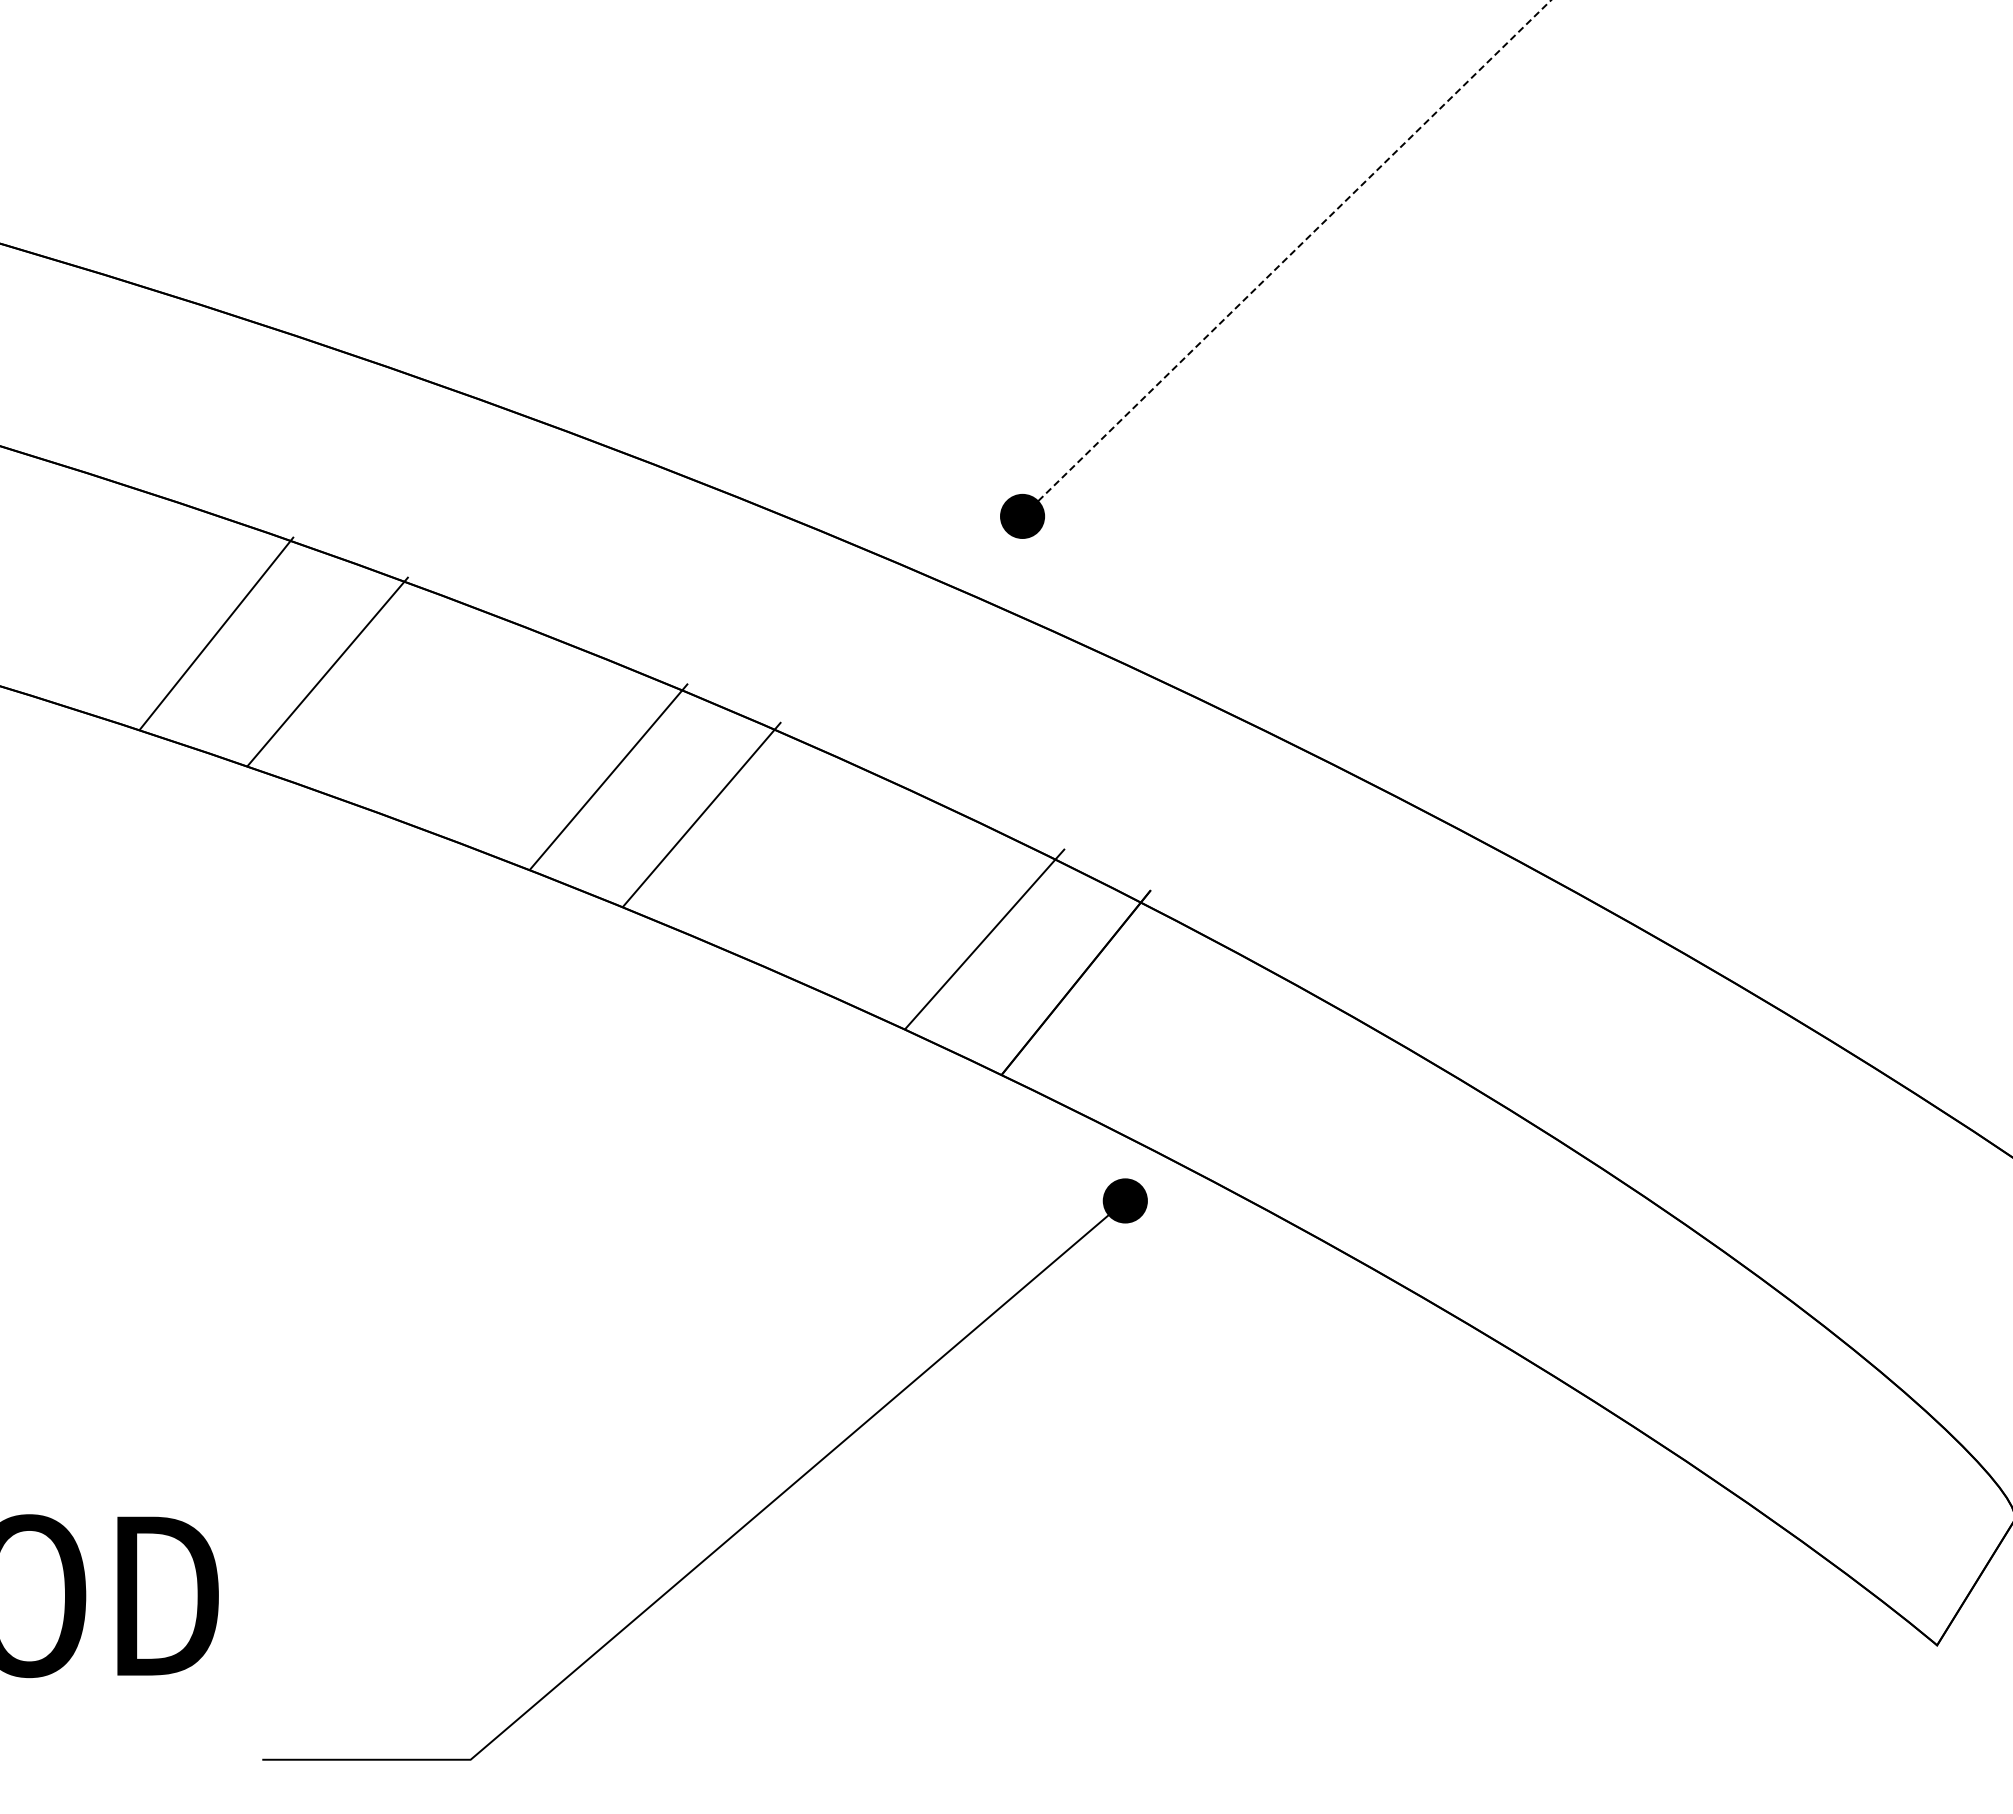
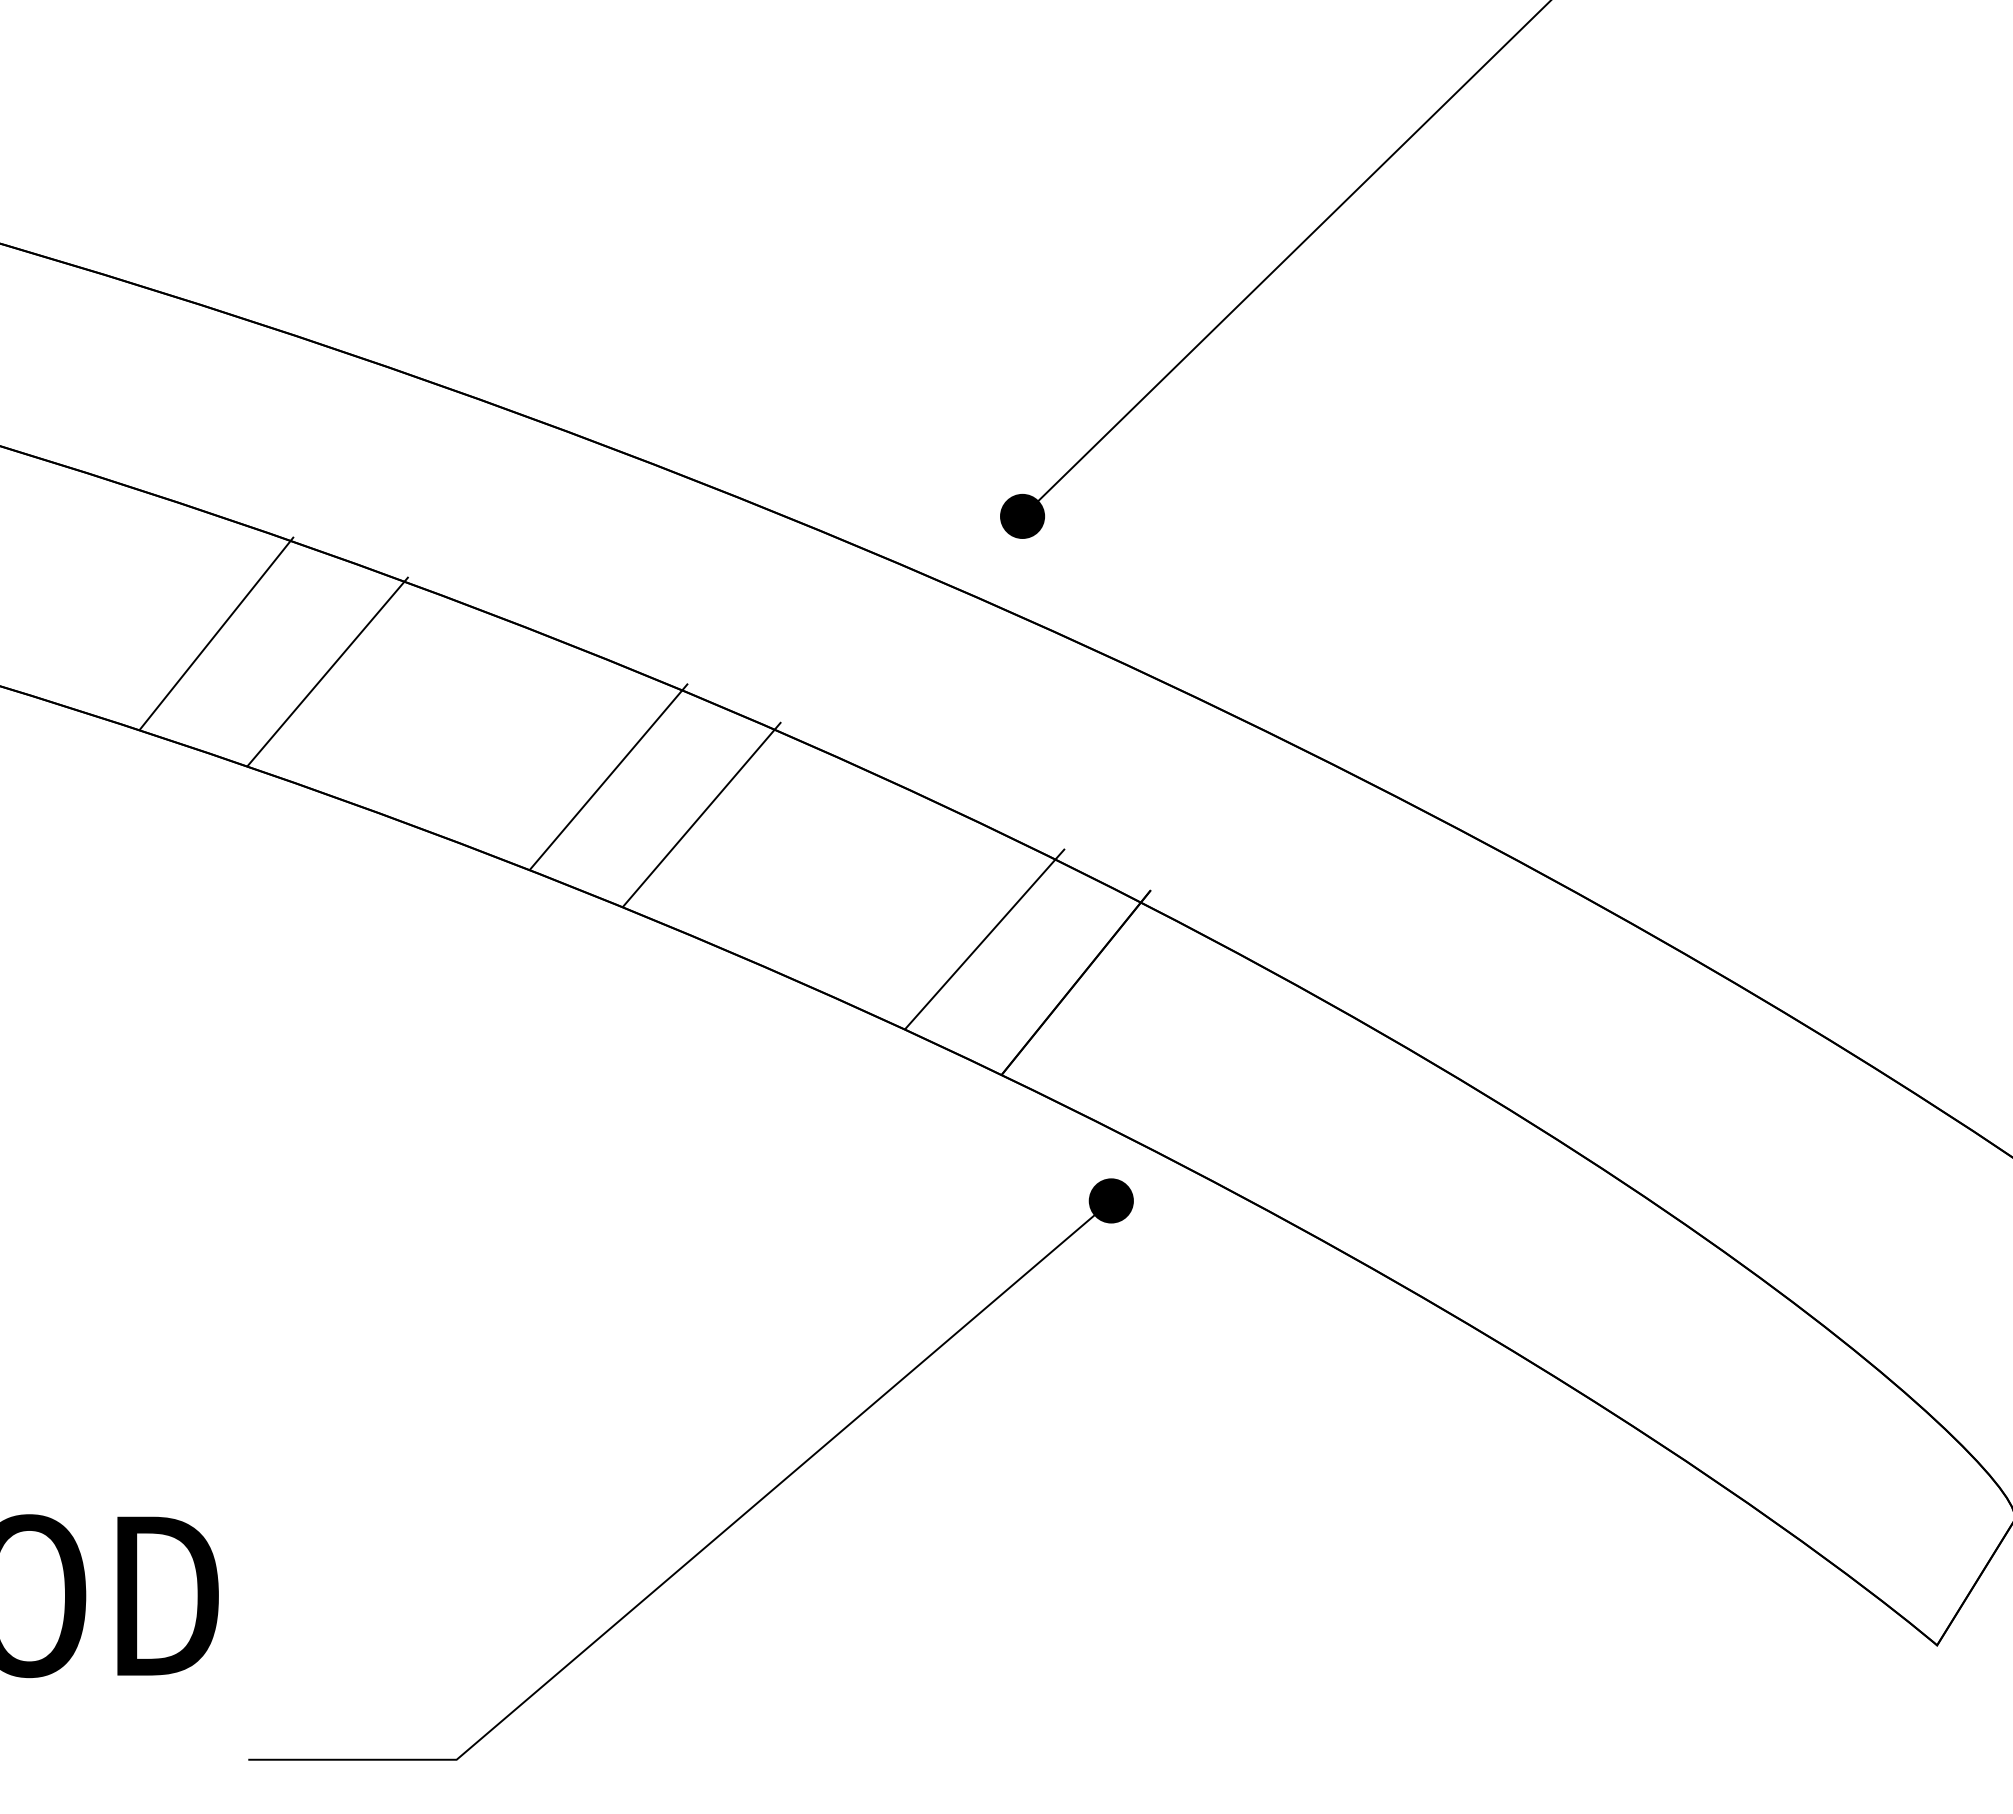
line at (1287, 258): dashed -> solid
part at (745, 1523) position: (745, 1523) -> (731, 1523)
